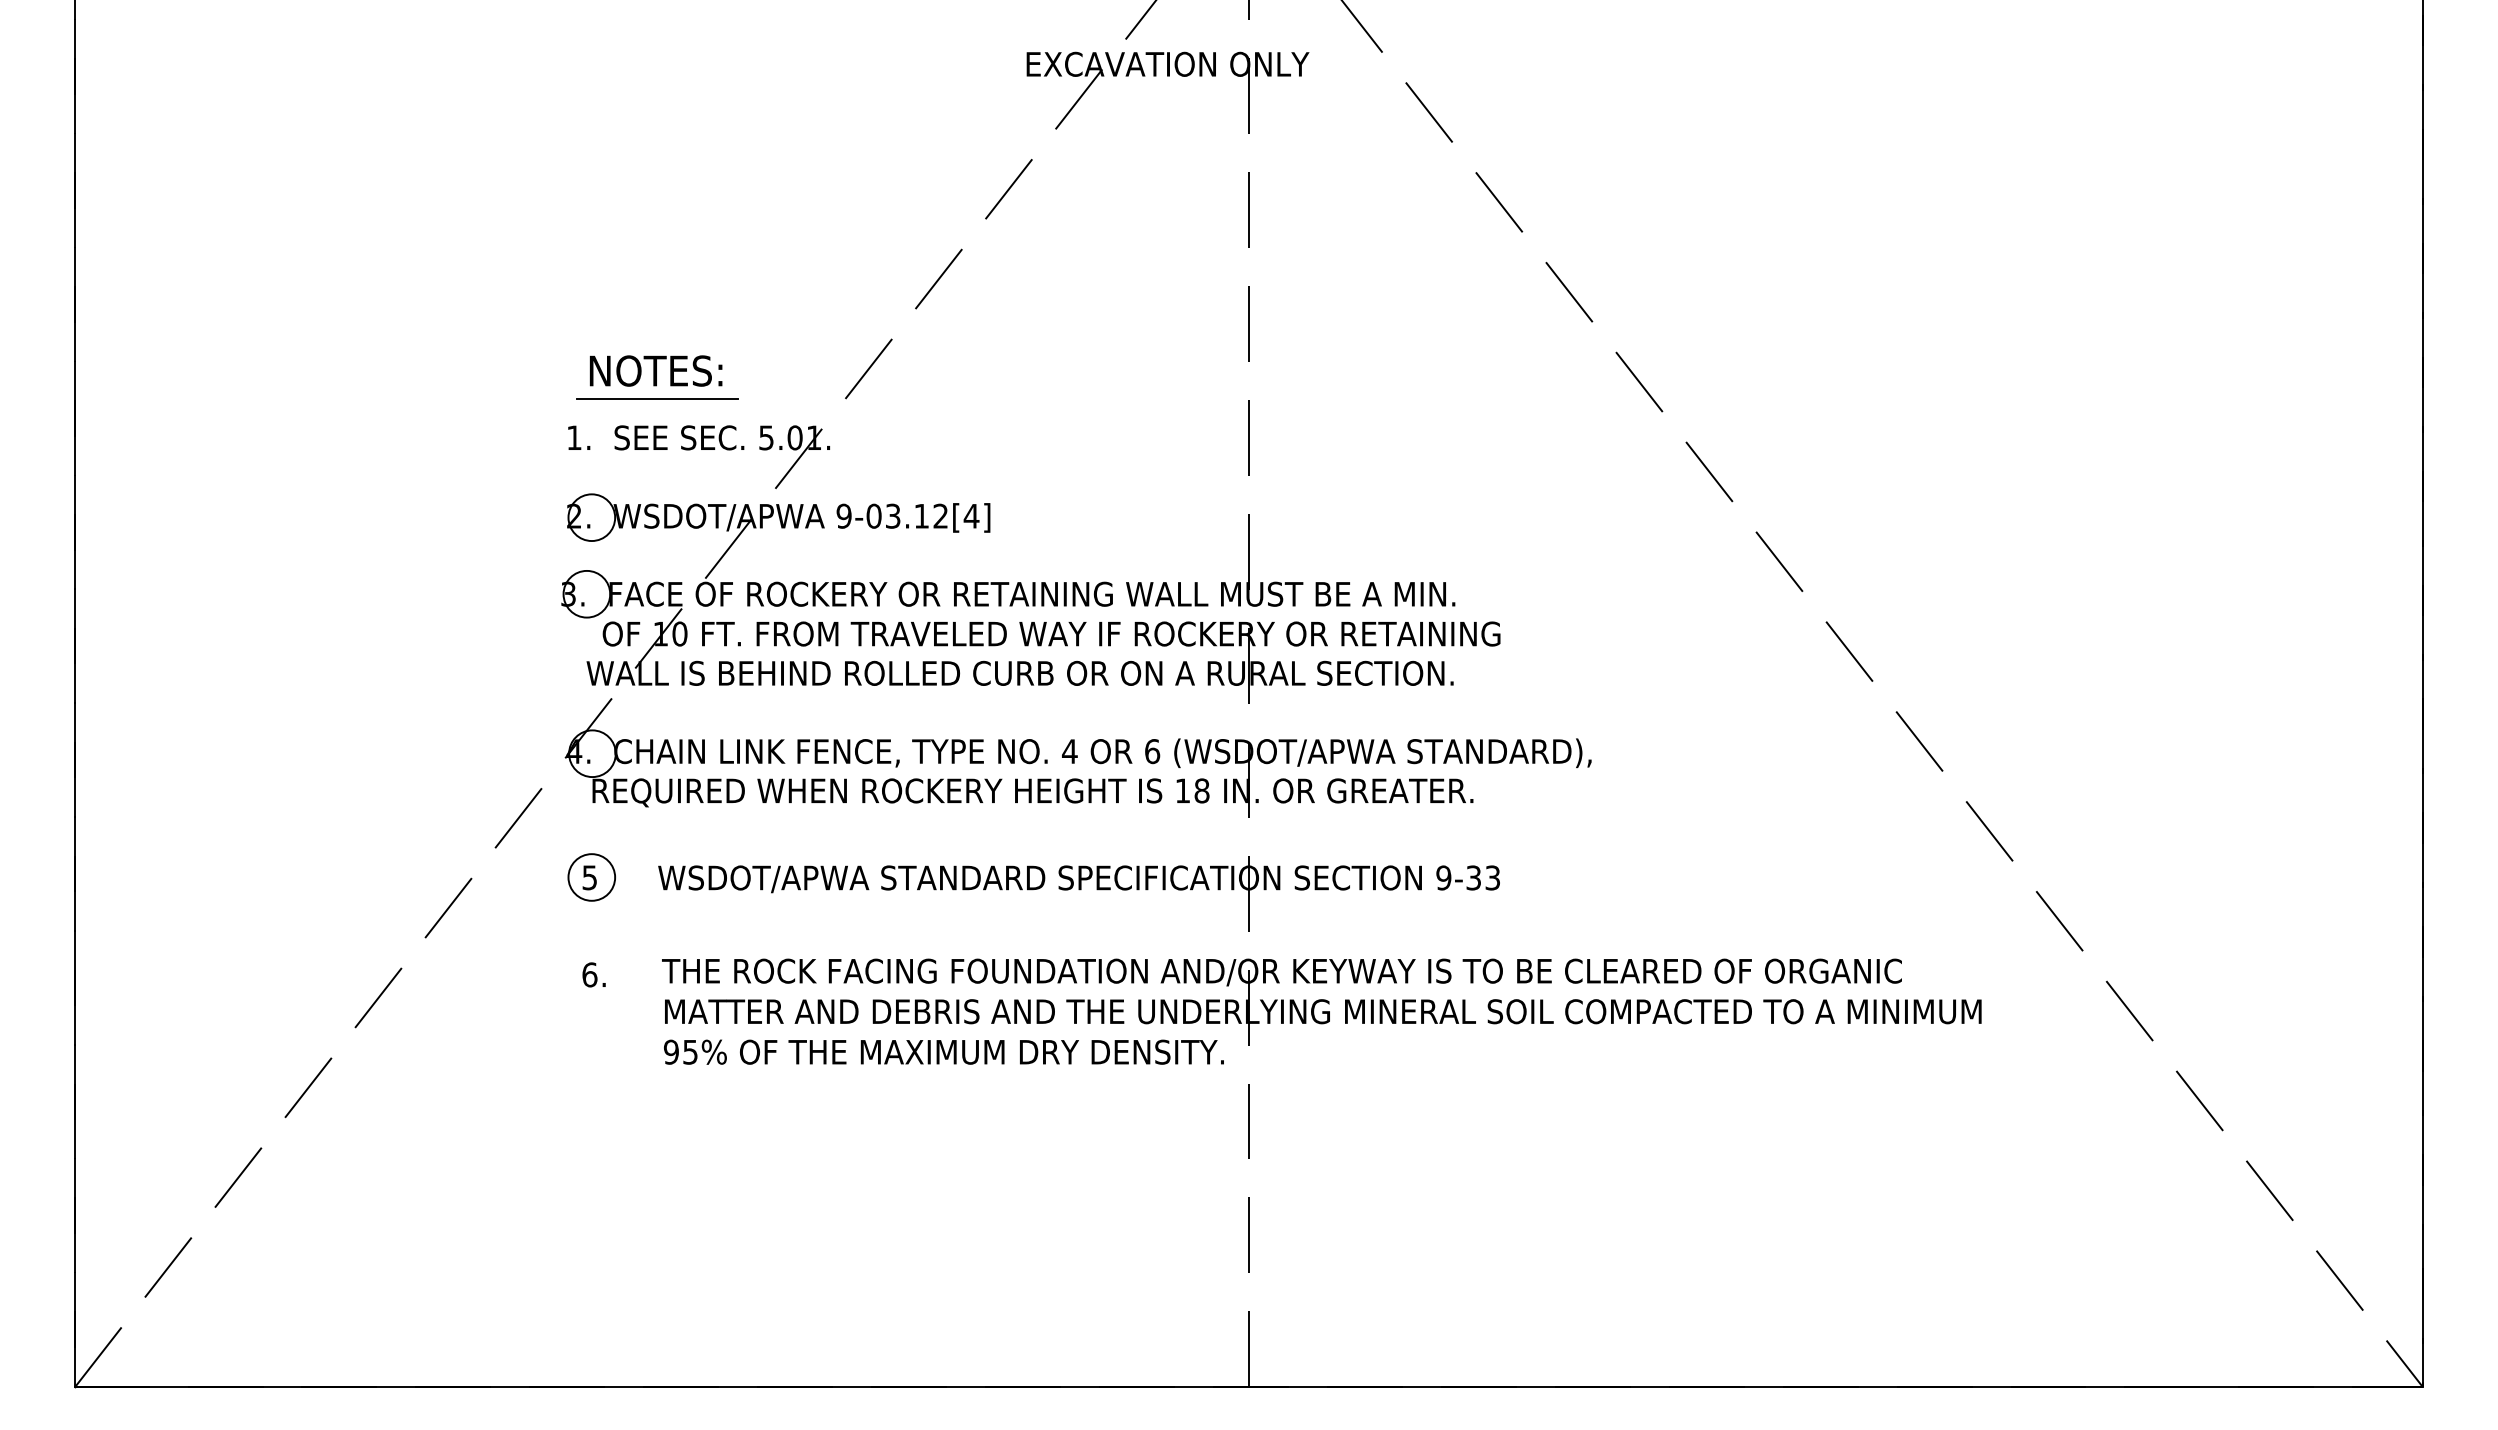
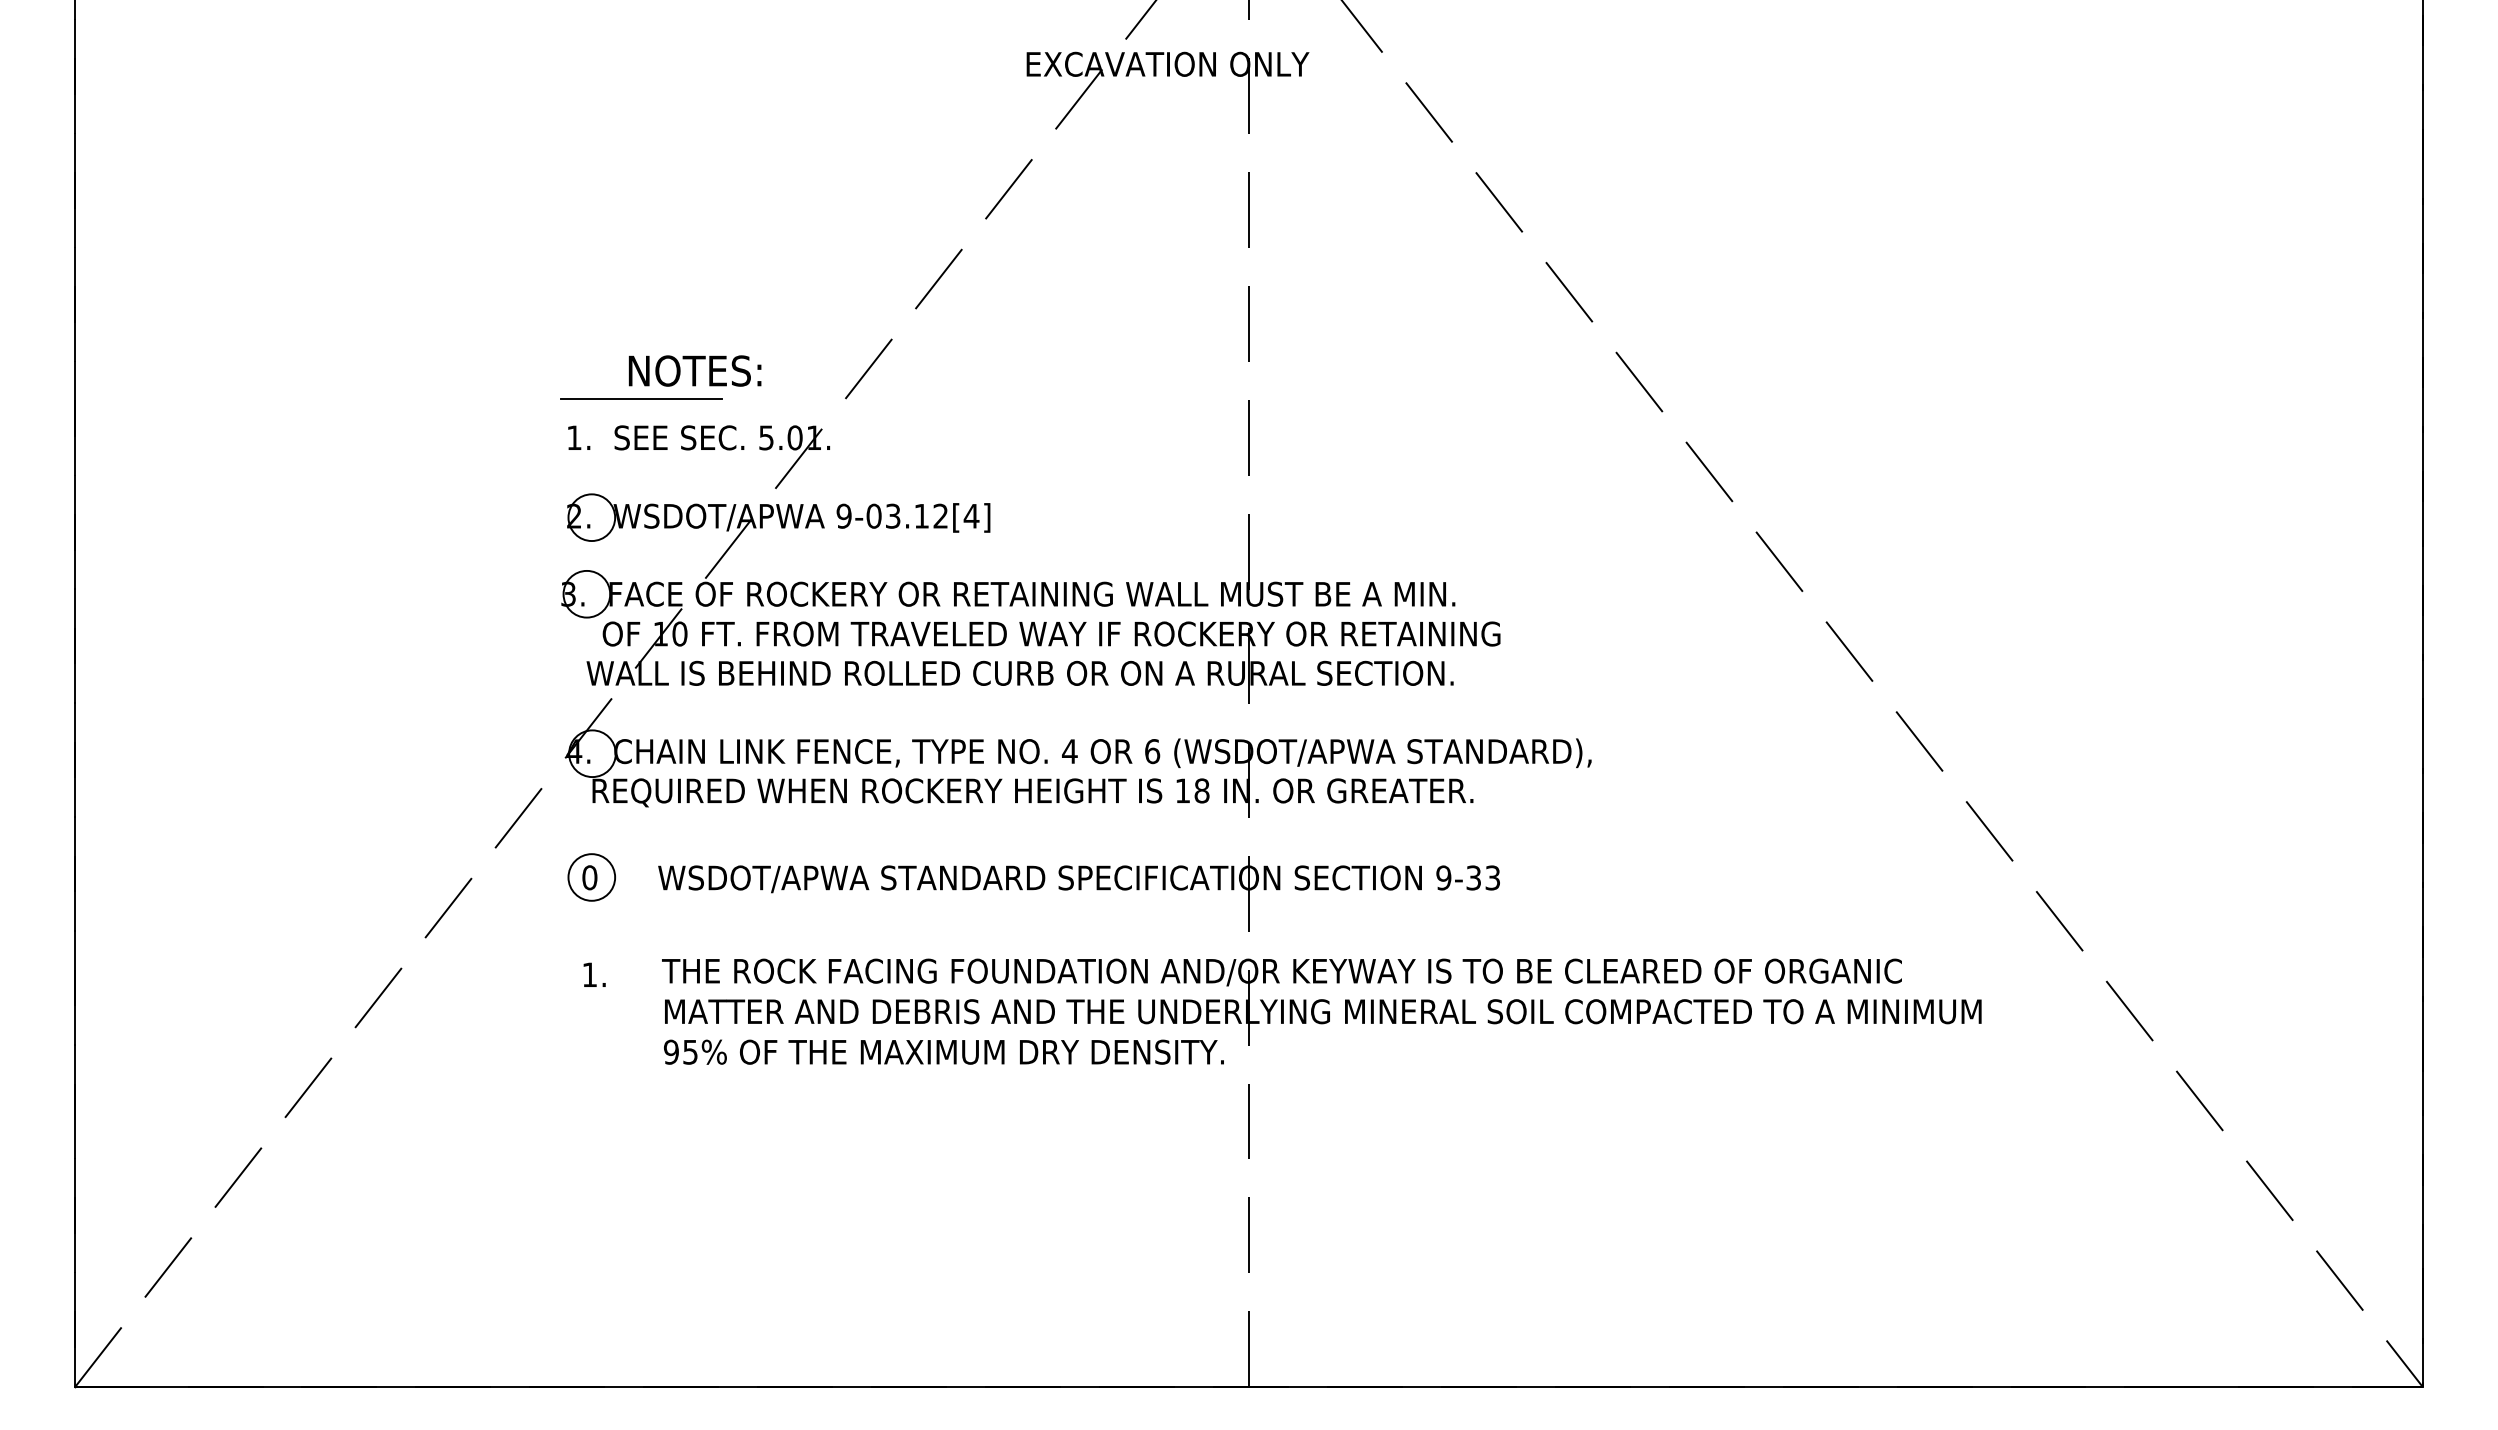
text at (655, 370) position: (655, 370) -> (694, 370)
line at (657, 398) position: (657, 398) -> (641, 398)
text at (589, 877): 5 -> 0
text at (589, 974): 6. -> 1.
